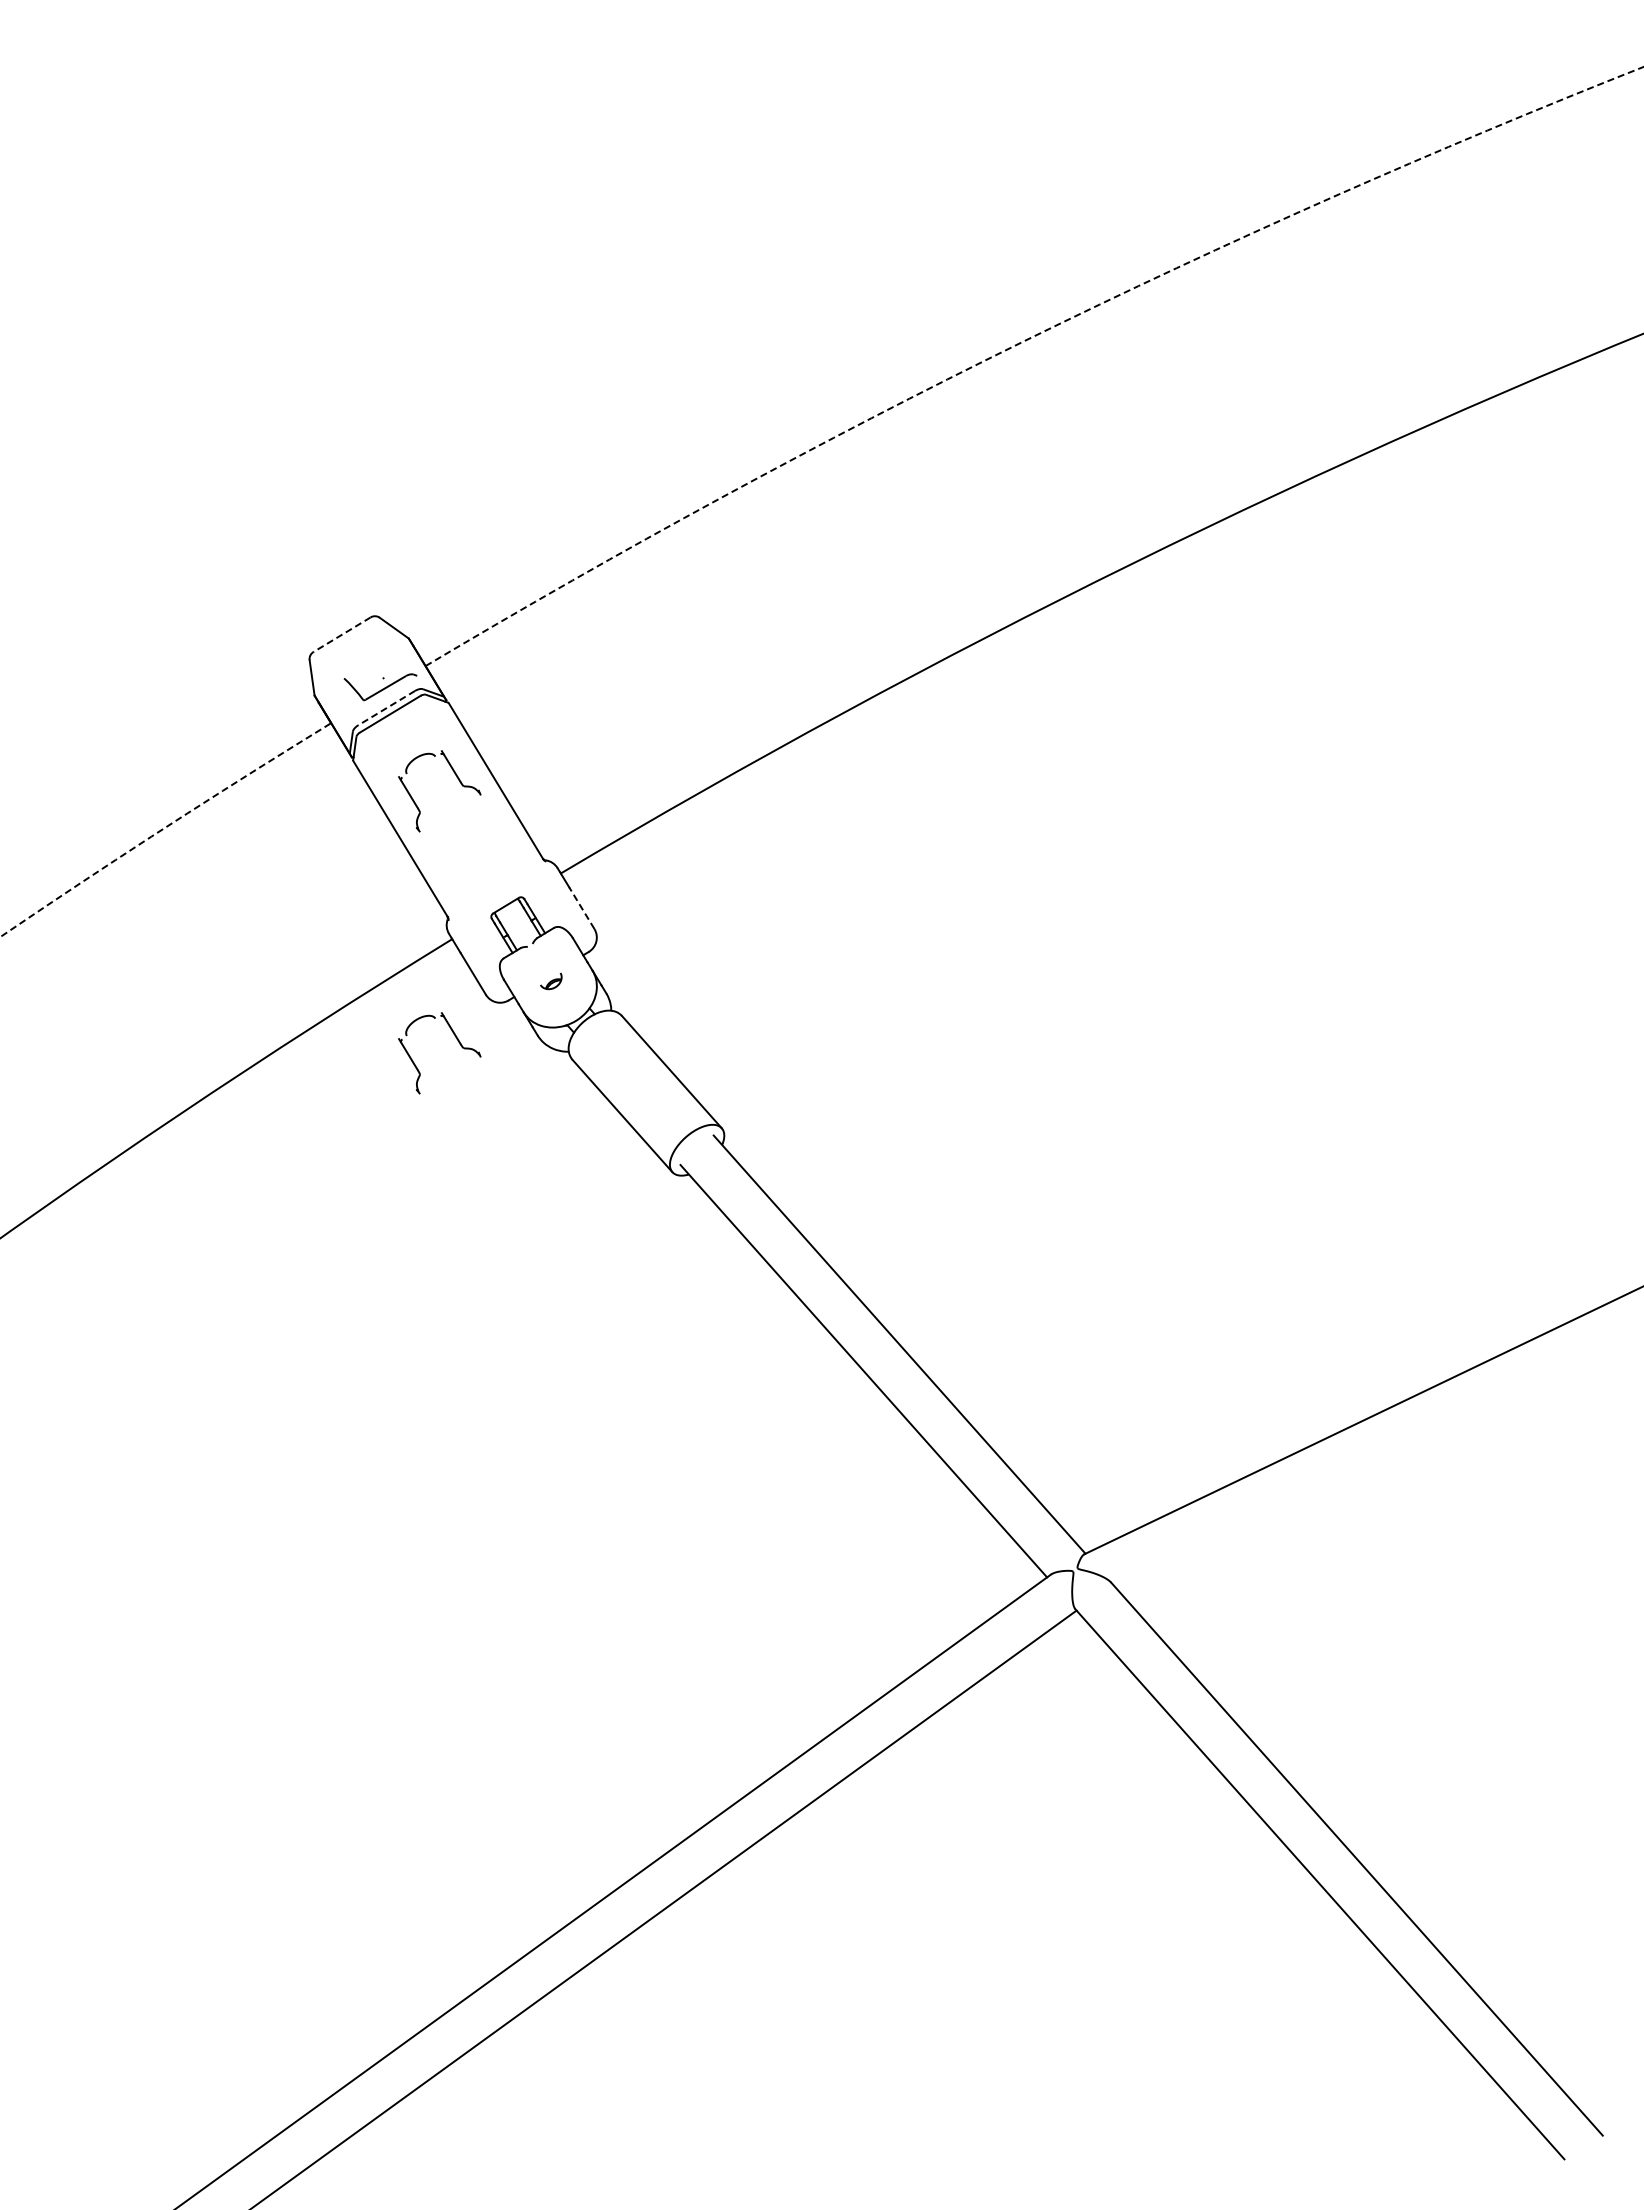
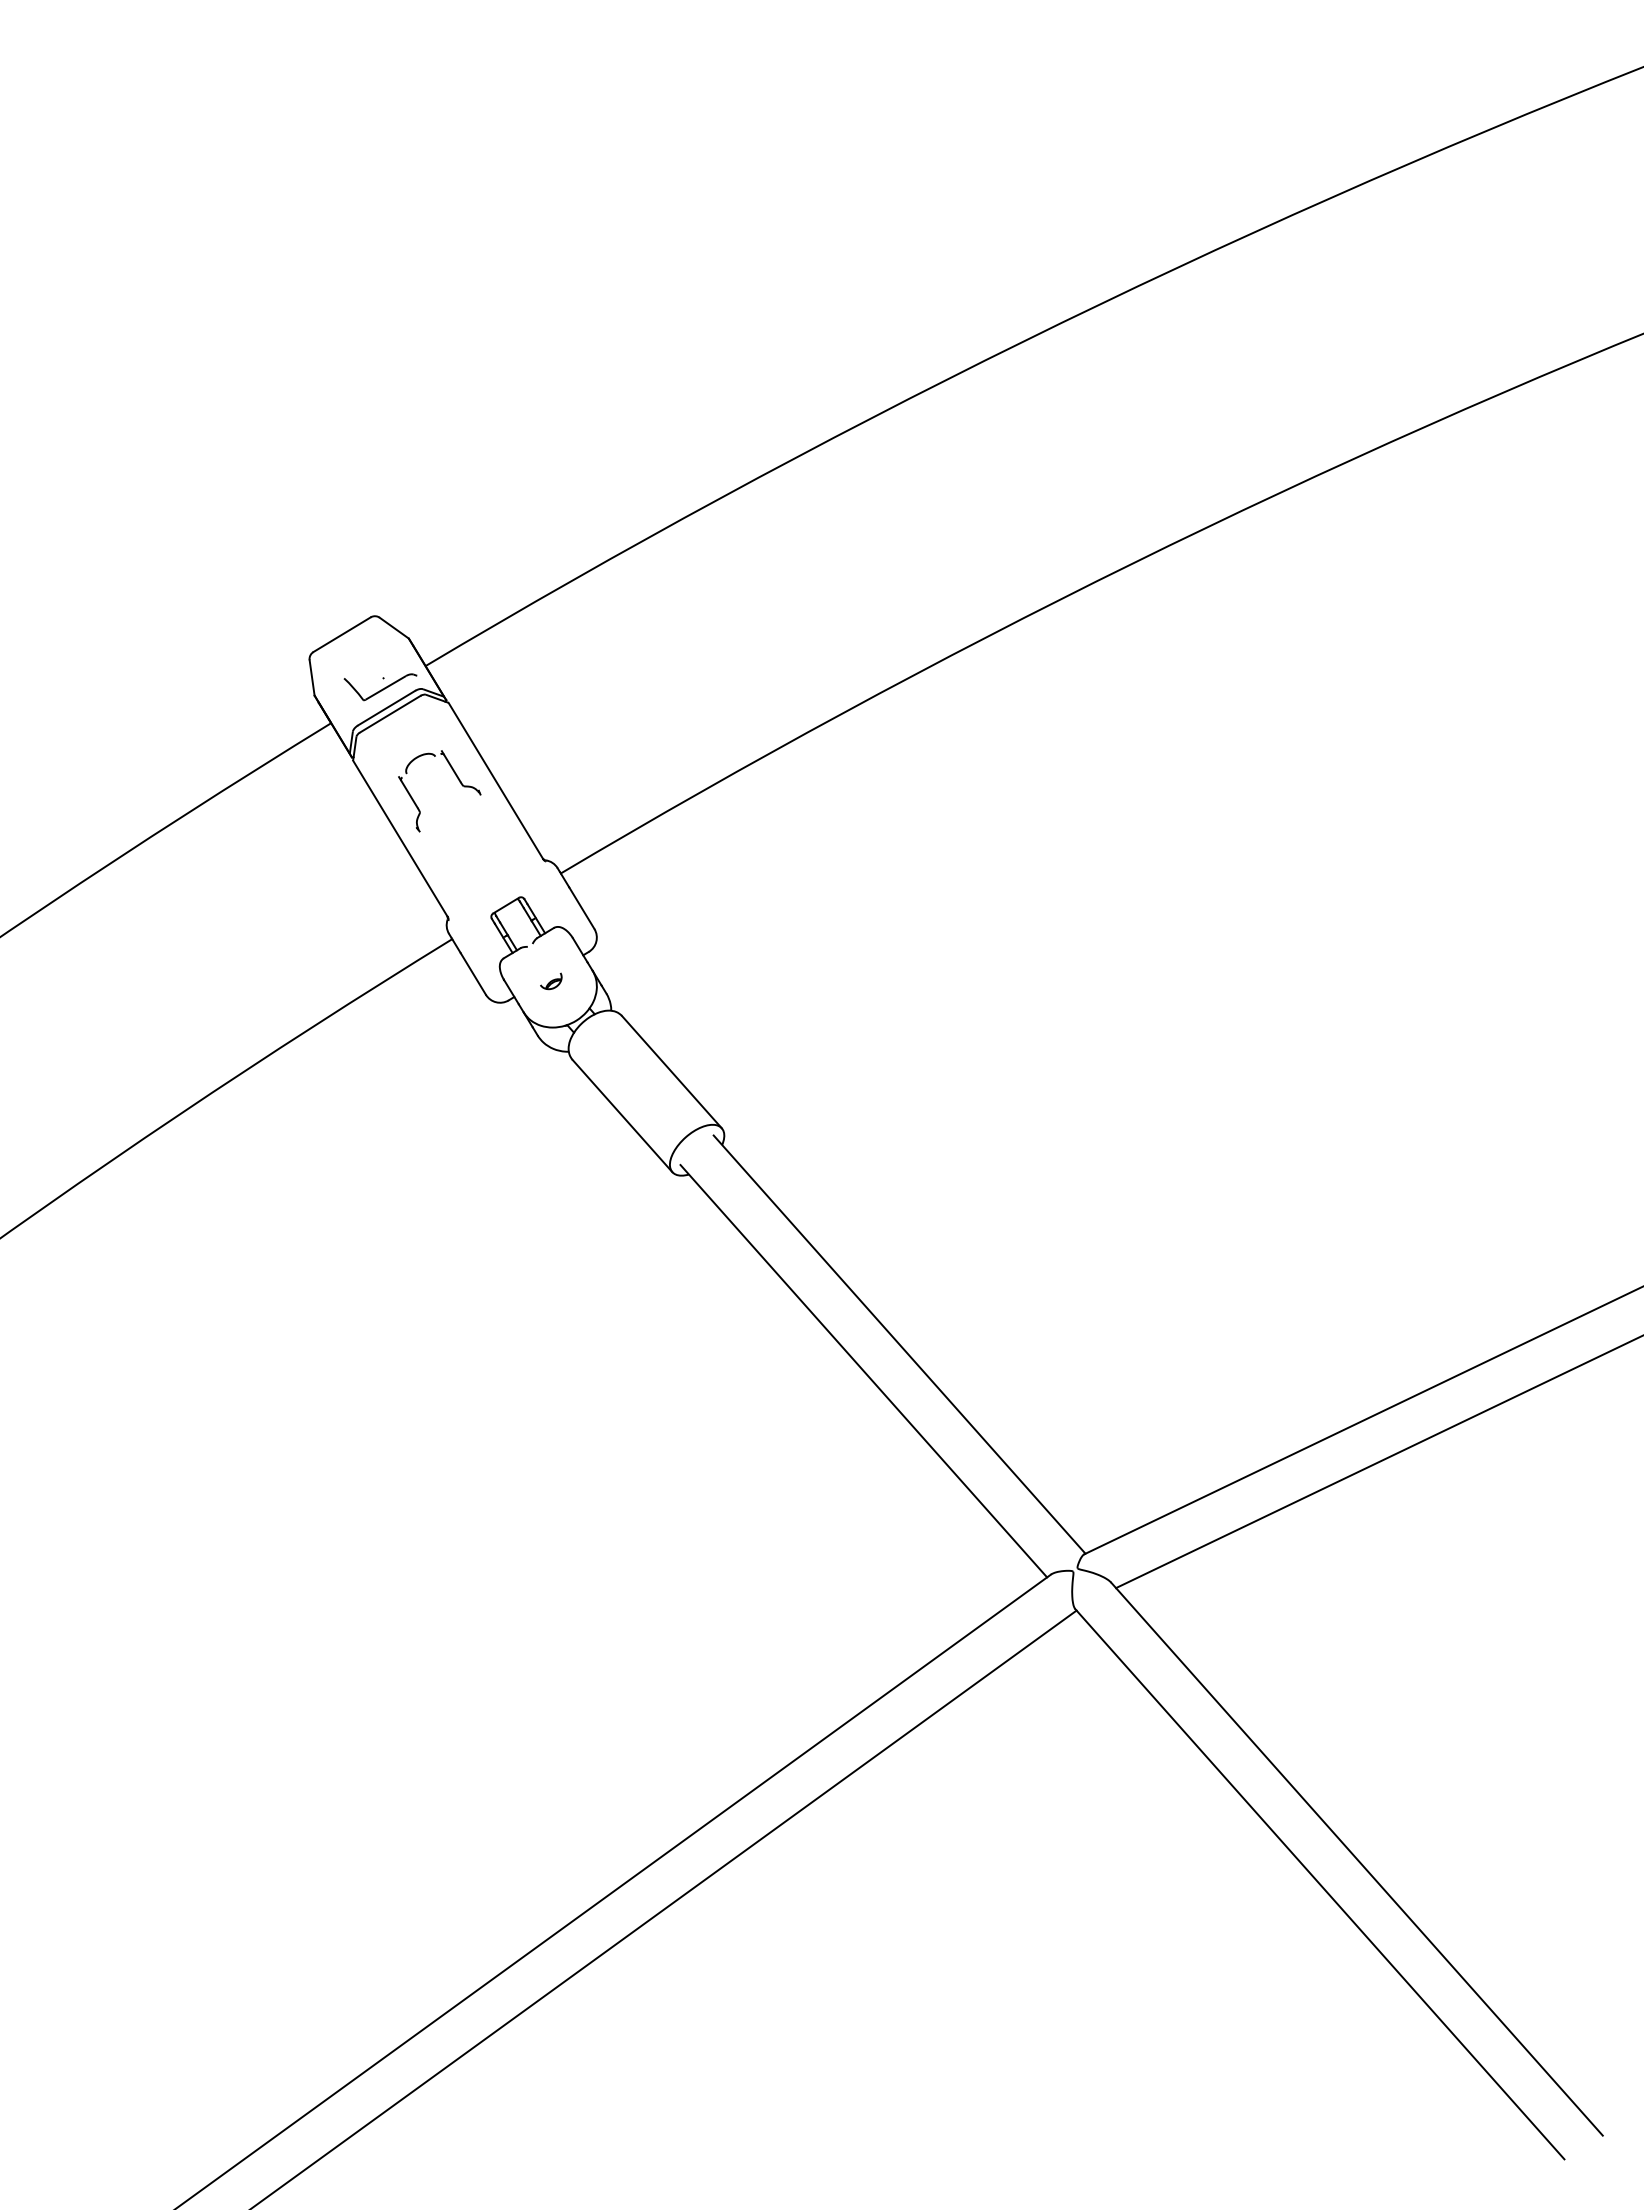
arc at (1023, 341): dashed -> solid
line at (341, 634): dashed -> solid
line at (386, 708): dashed -> solid
arc at (164, 828): dashed -> solid
line at (581, 907): dashed -> solid
part at (459, 1044): present -> none
line at (1378, 1462): none -> present
